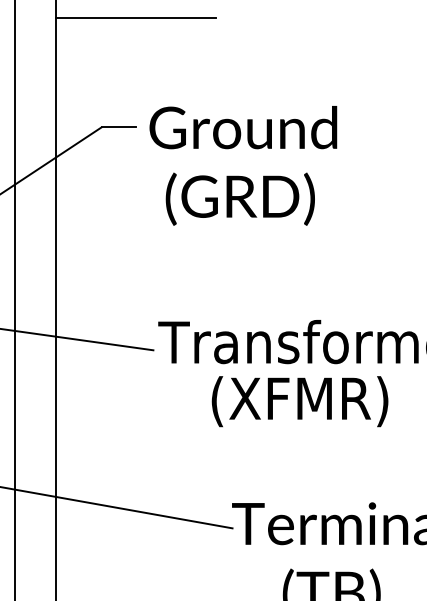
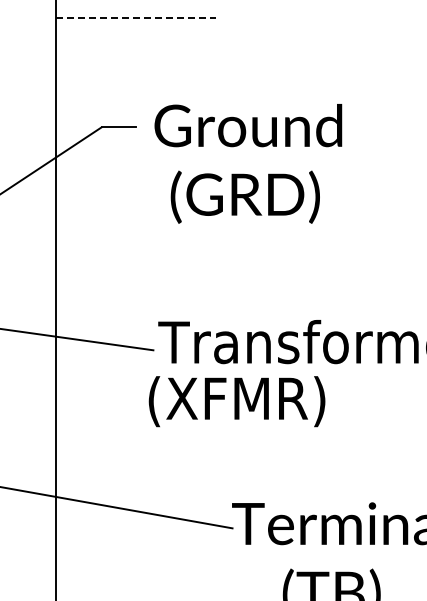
line at (136, 18): solid -> dashed
text at (243, 165) position: (243, 165) -> (248, 163)
line at (14, 299): present -> none
text at (299, 401) position: (299, 401) -> (236, 401)
